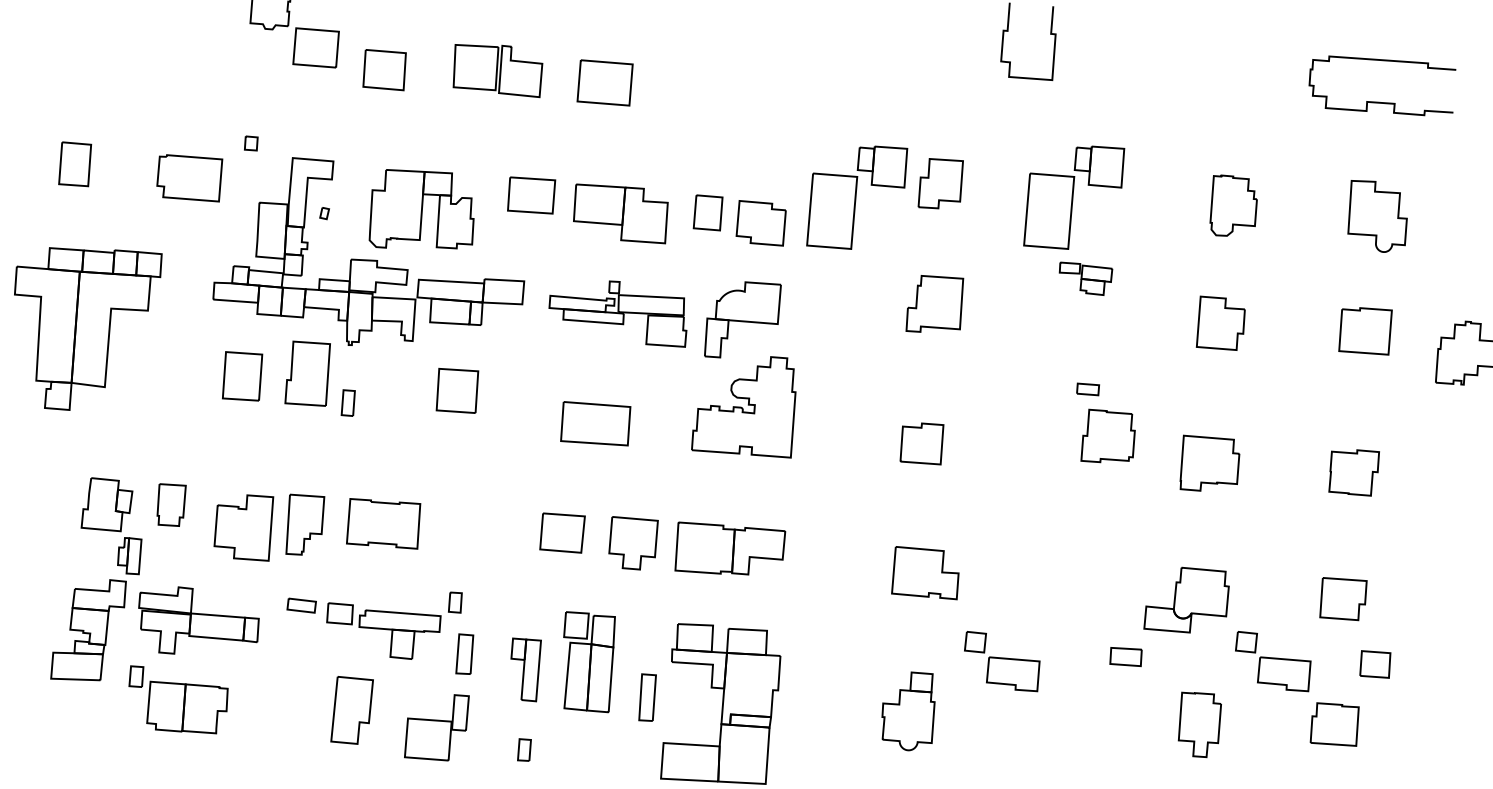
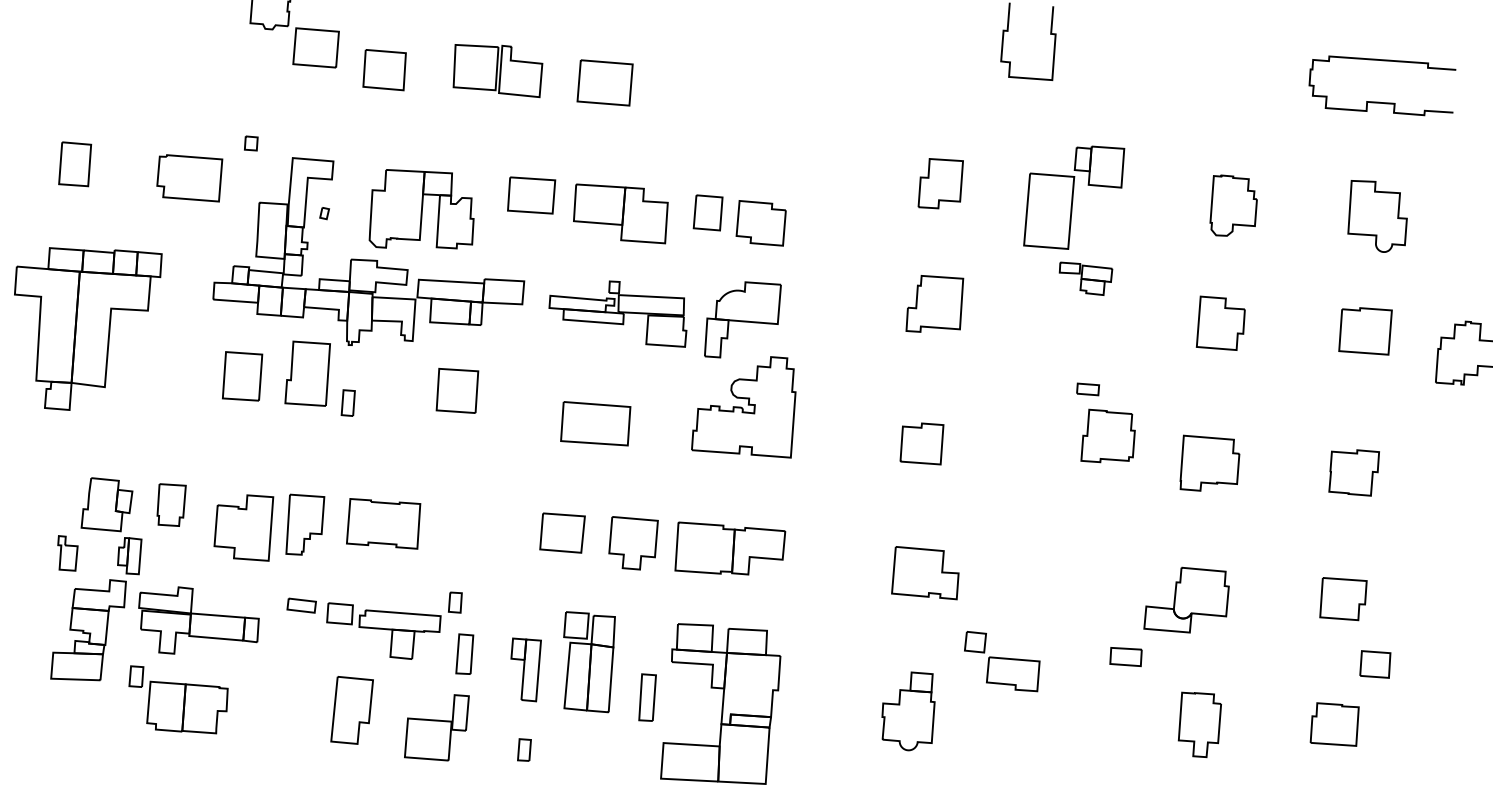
part at (857, 197): present -> none
part at (67, 553): none -> present
part at (1273, 661): present -> none
